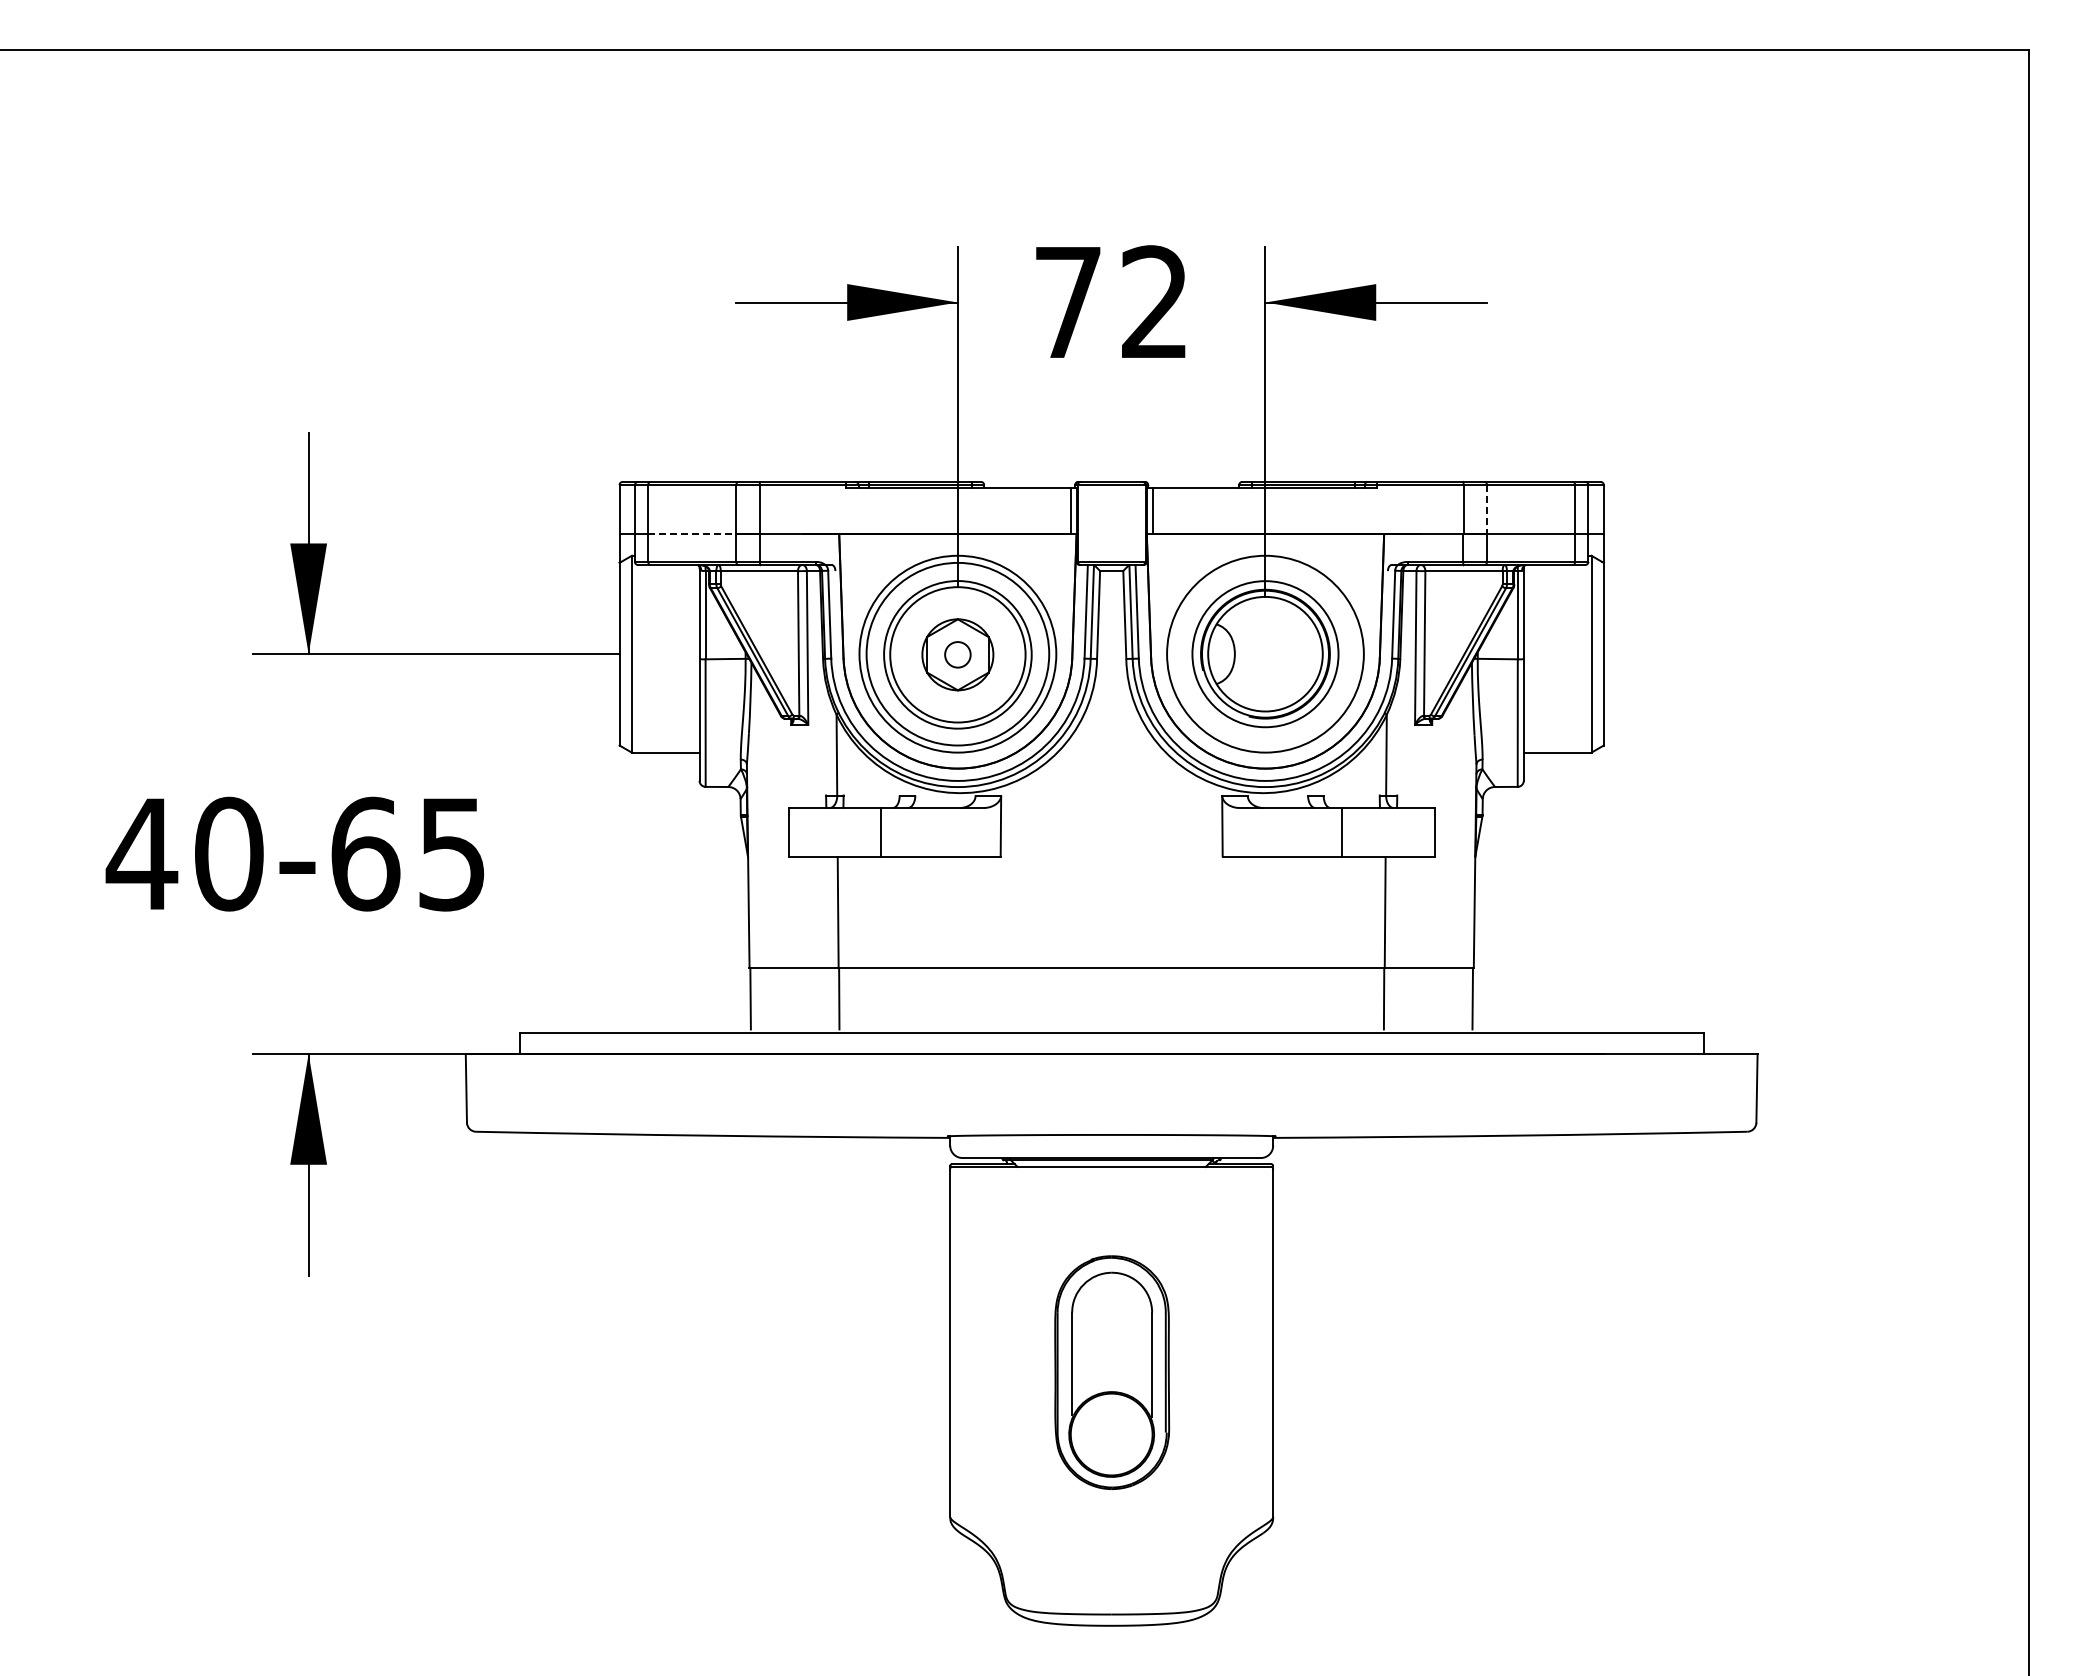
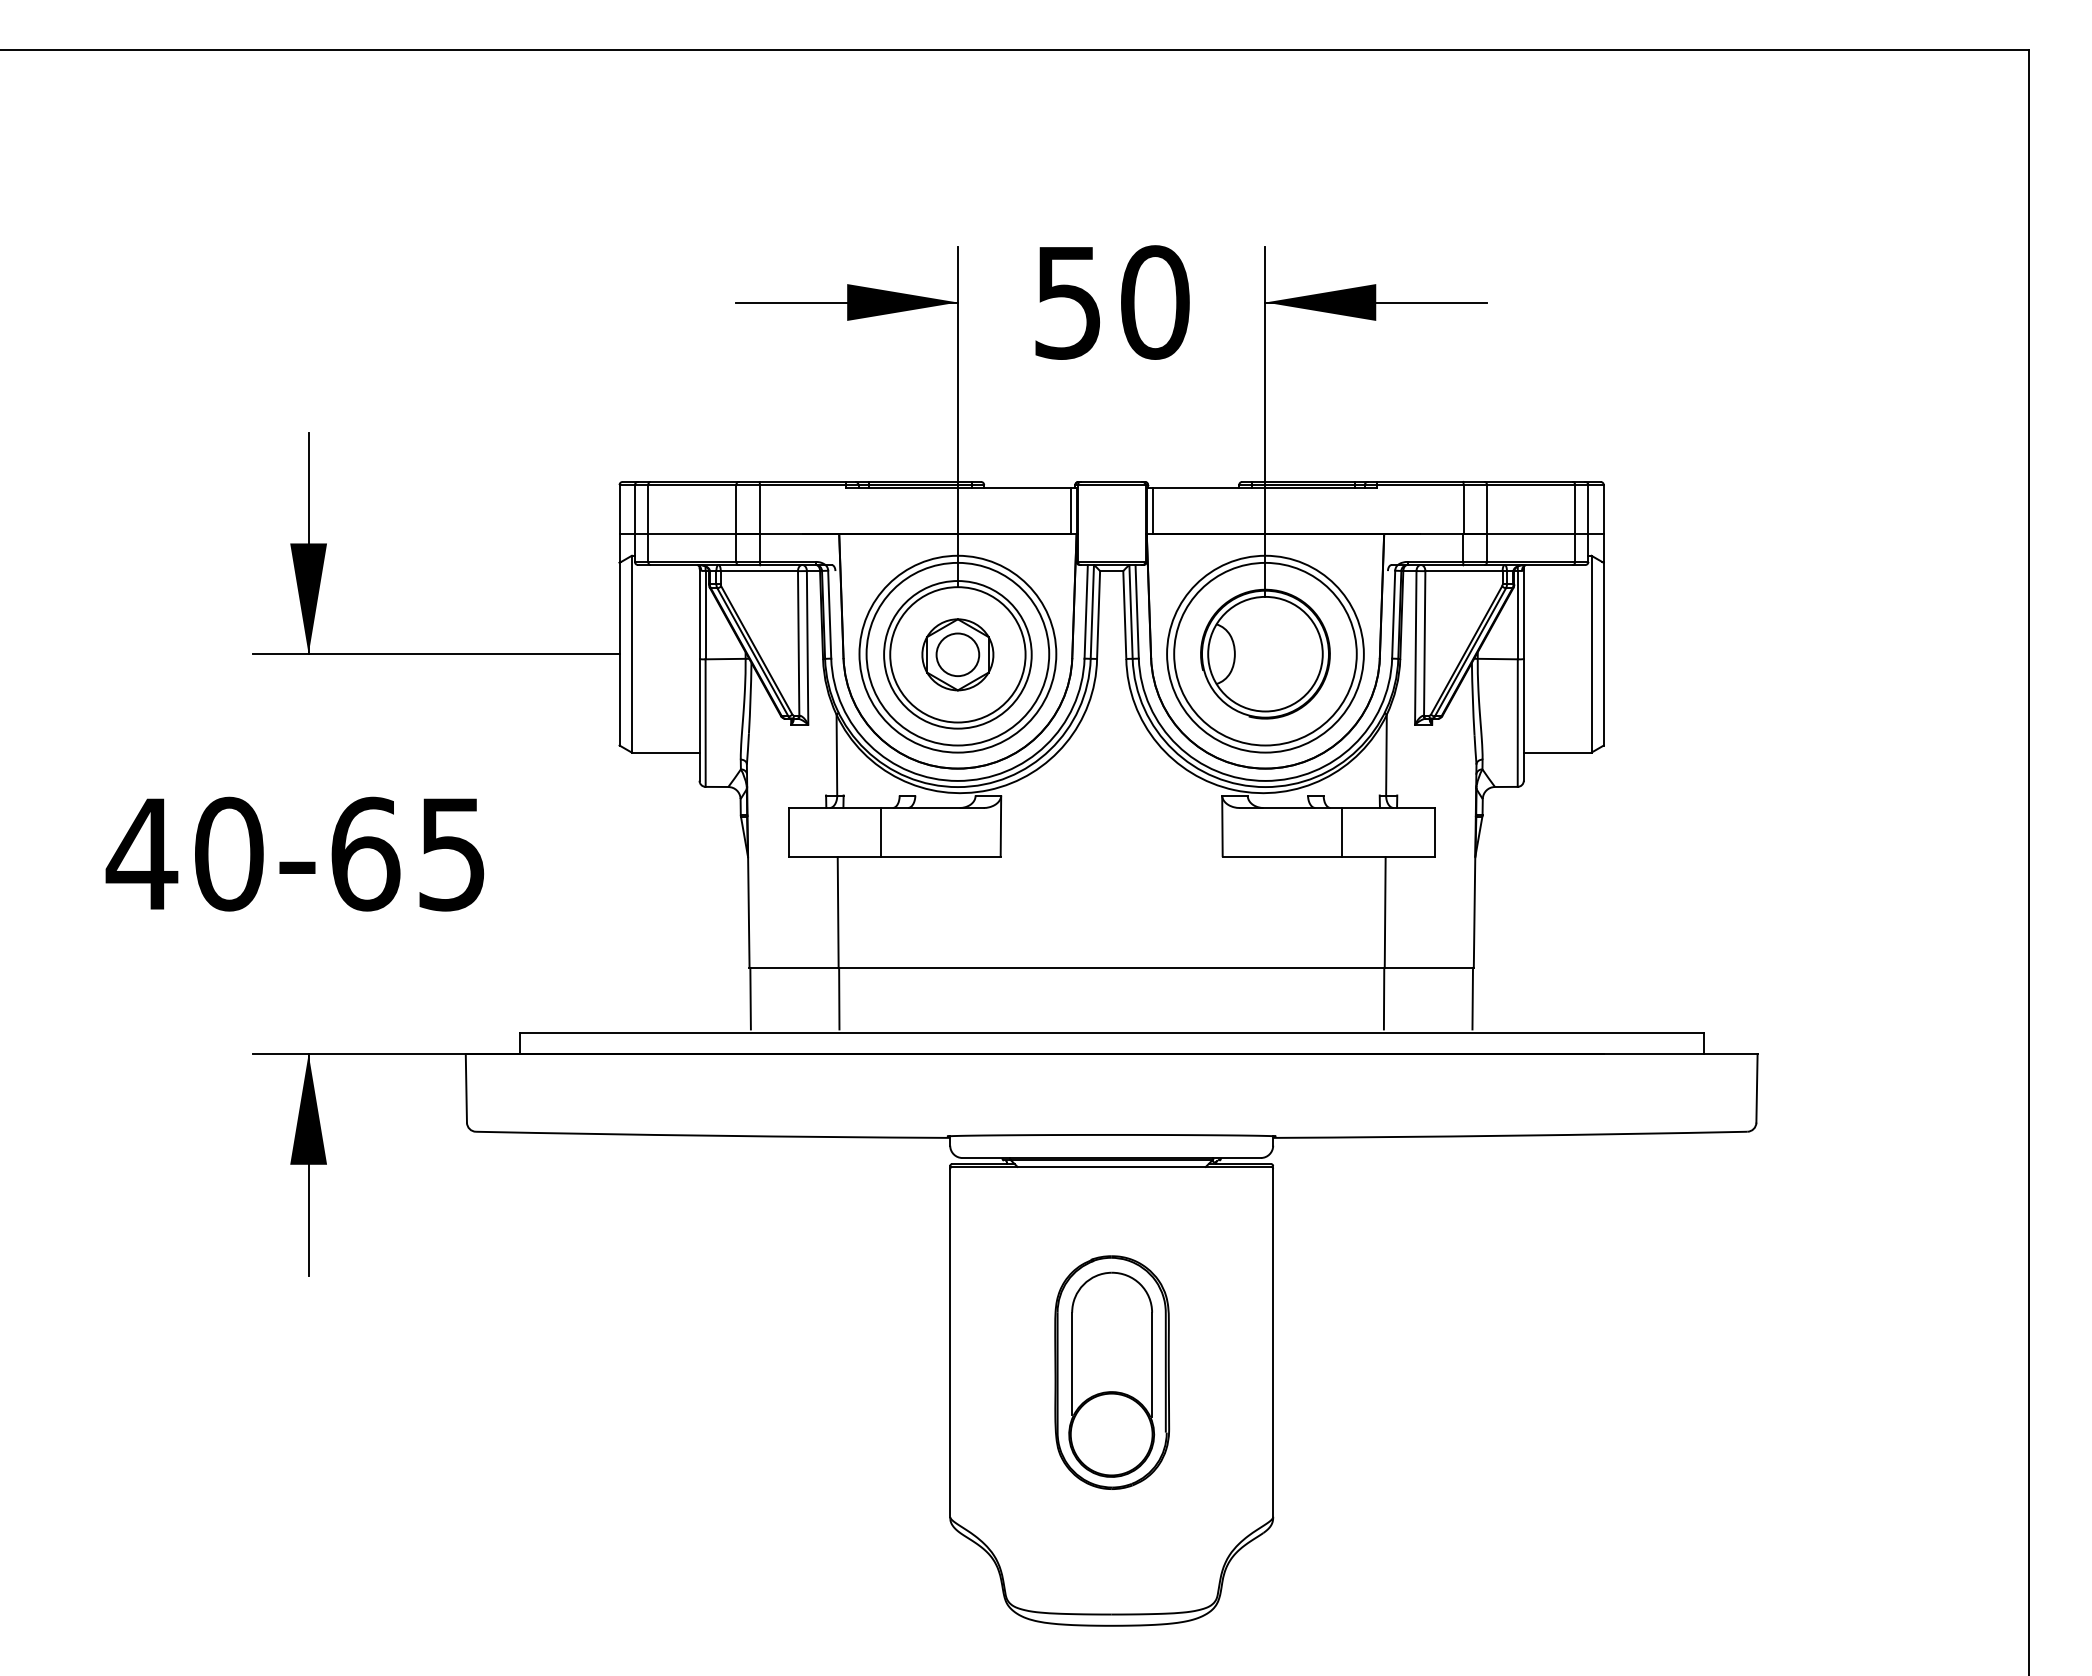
text at (1112, 302): 72 -> 50
line at (1487, 509): dashed -> solid
line at (692, 534): dashed -> solid
circle at (957, 654) diameter: 26 px -> 43 px
circle at (1265, 654) diameter: 146 px -> 183 px
